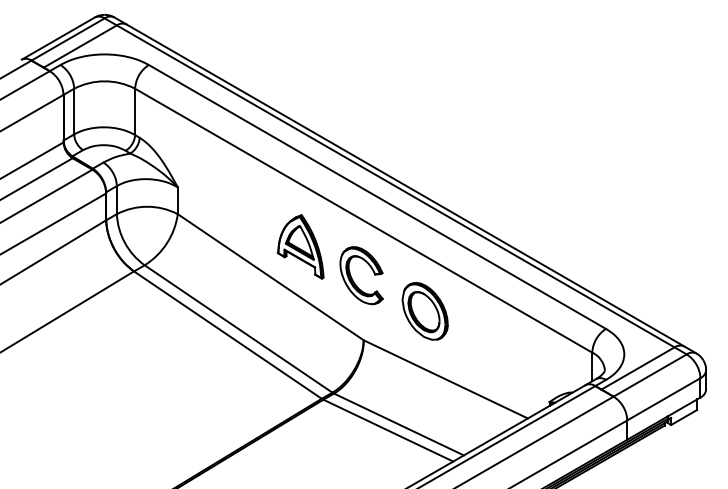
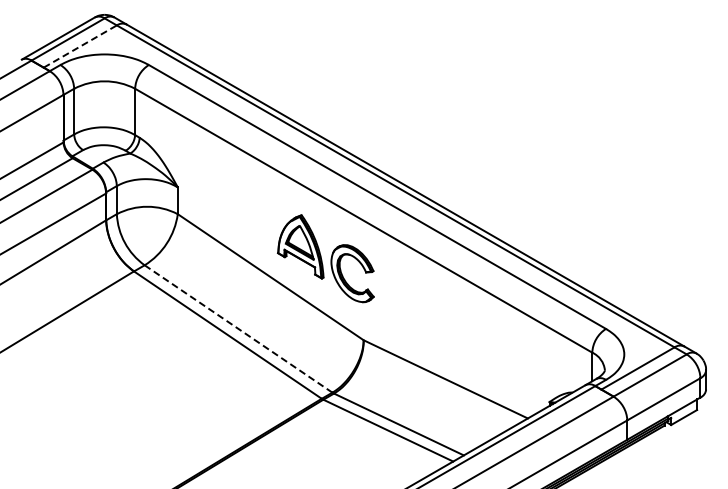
line at (80, 46): solid -> dashed
part at (352, 277) position: (352, 277) -> (343, 275)
part at (424, 311): present -> none
line at (238, 329): solid -> dashed
